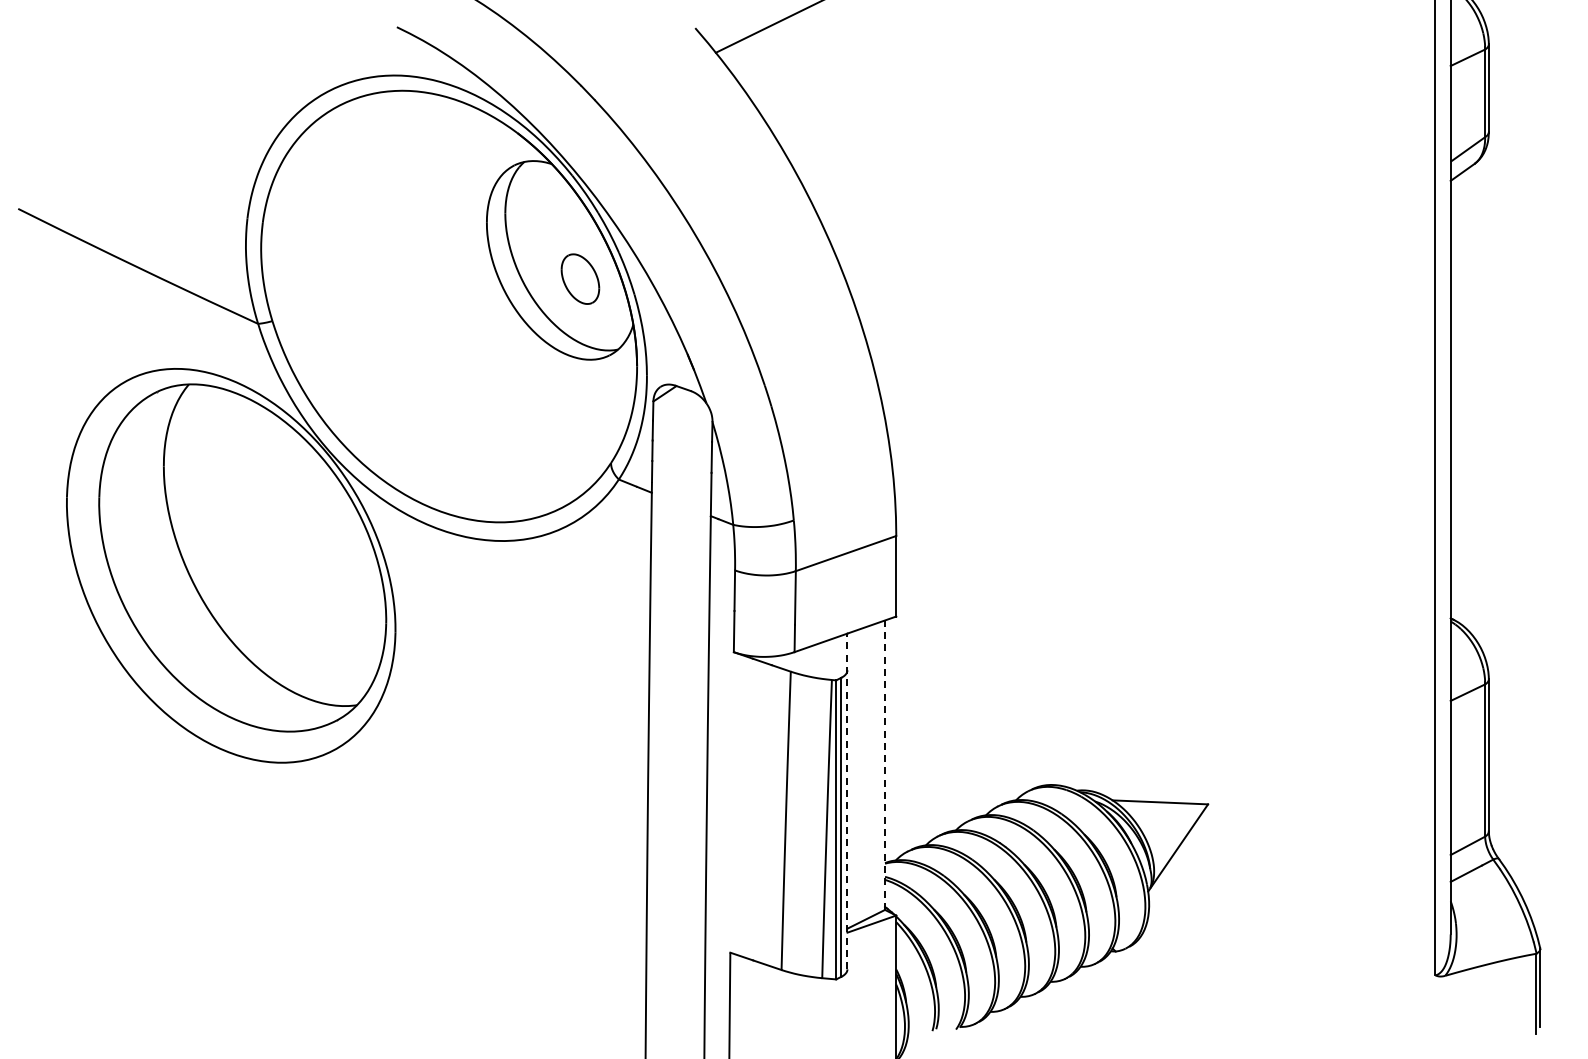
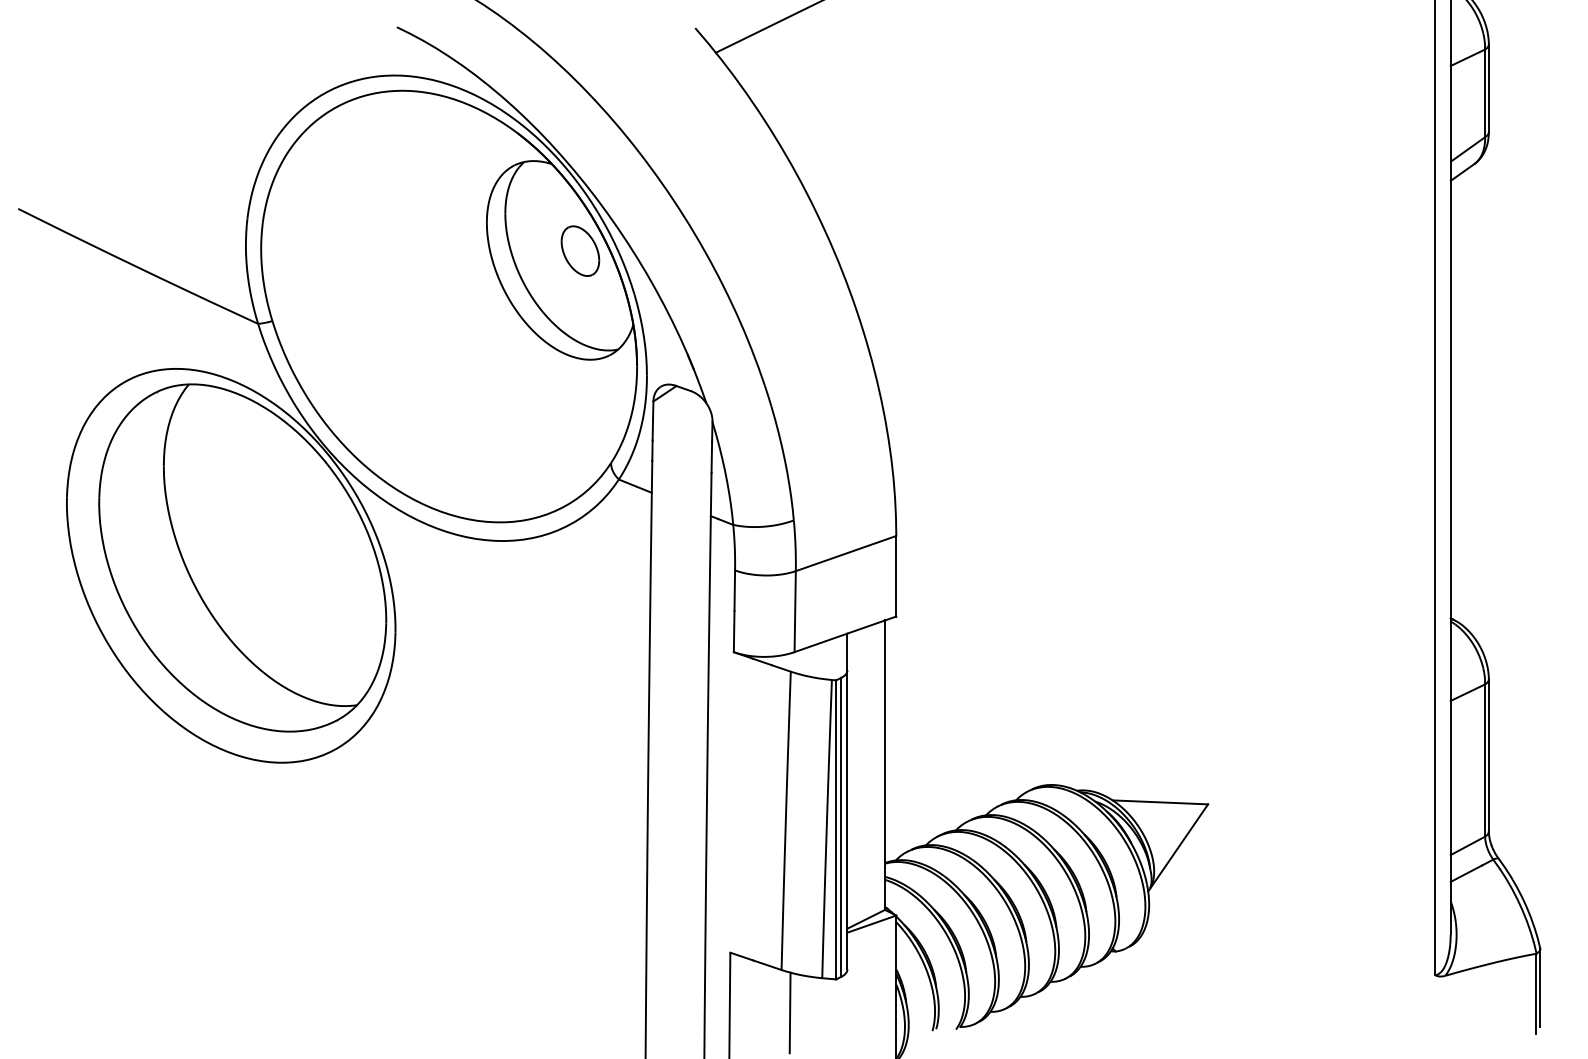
part at (580, 278) position: (580, 278) -> (580, 250)
line at (885, 765): dashed -> solid
line at (847, 801): dashed -> solid
line at (789, 1012): none -> present
